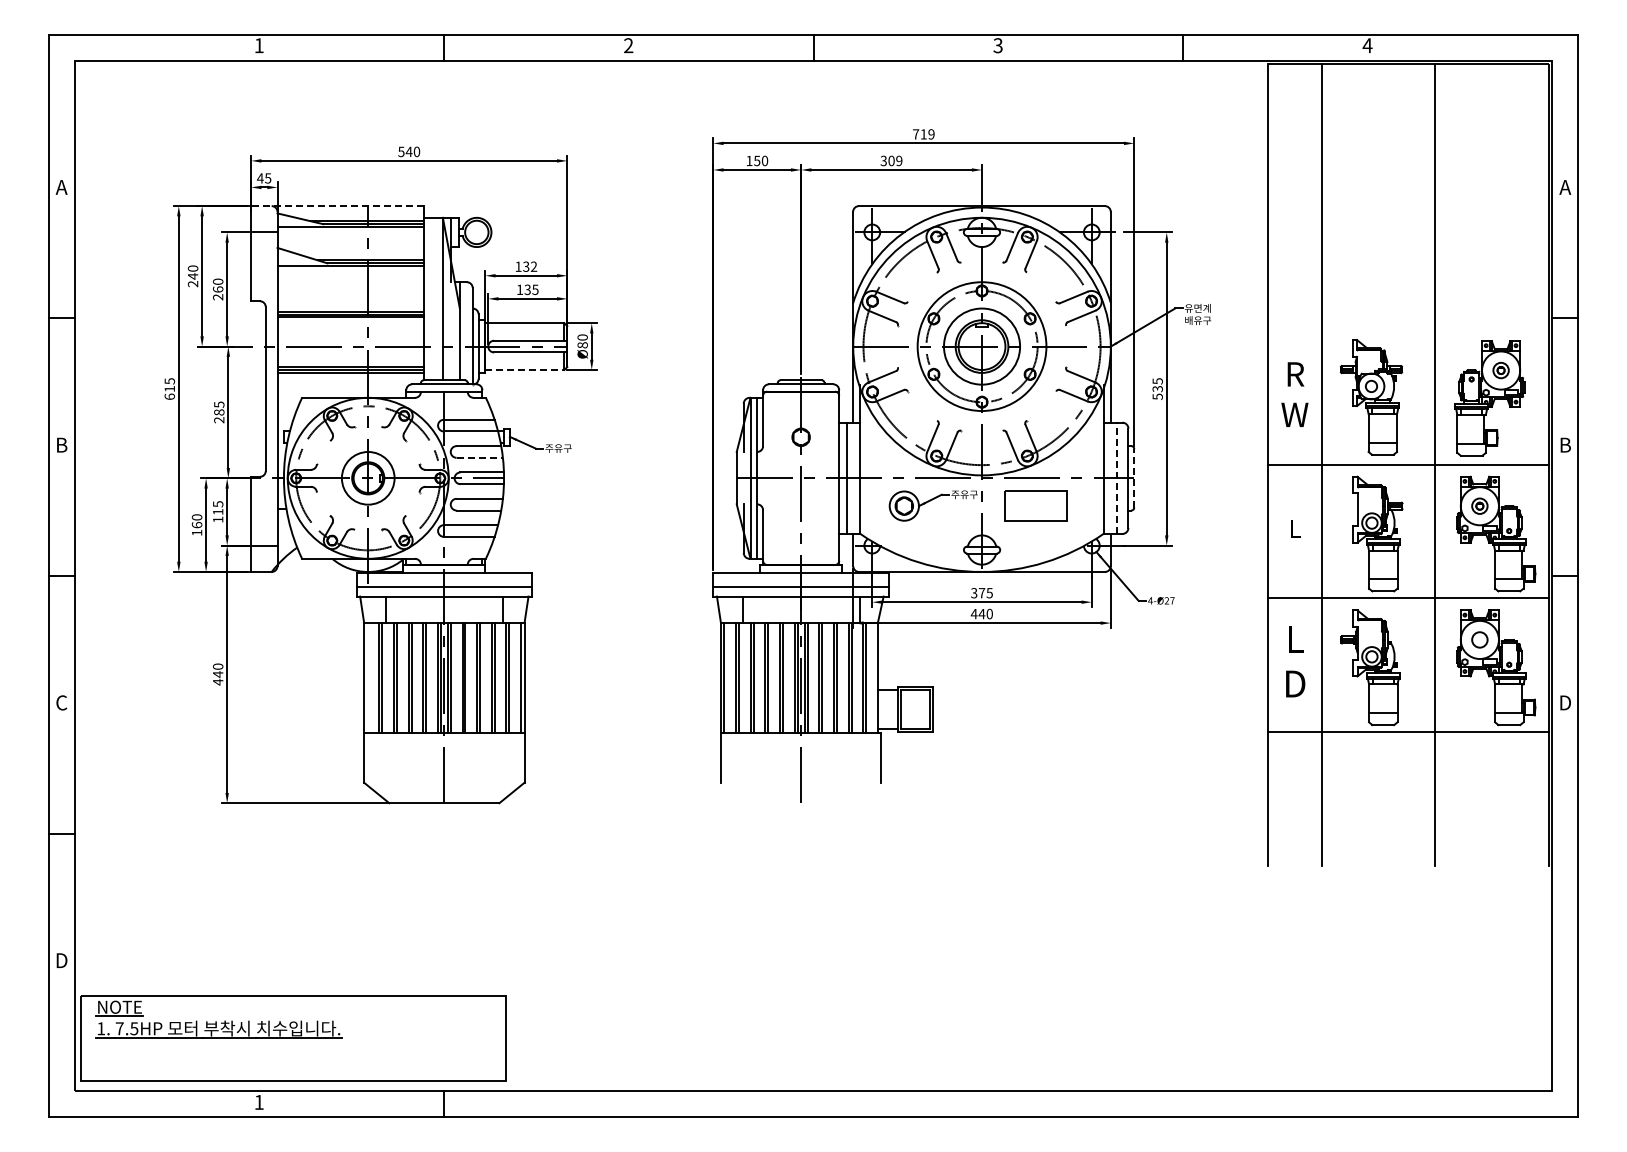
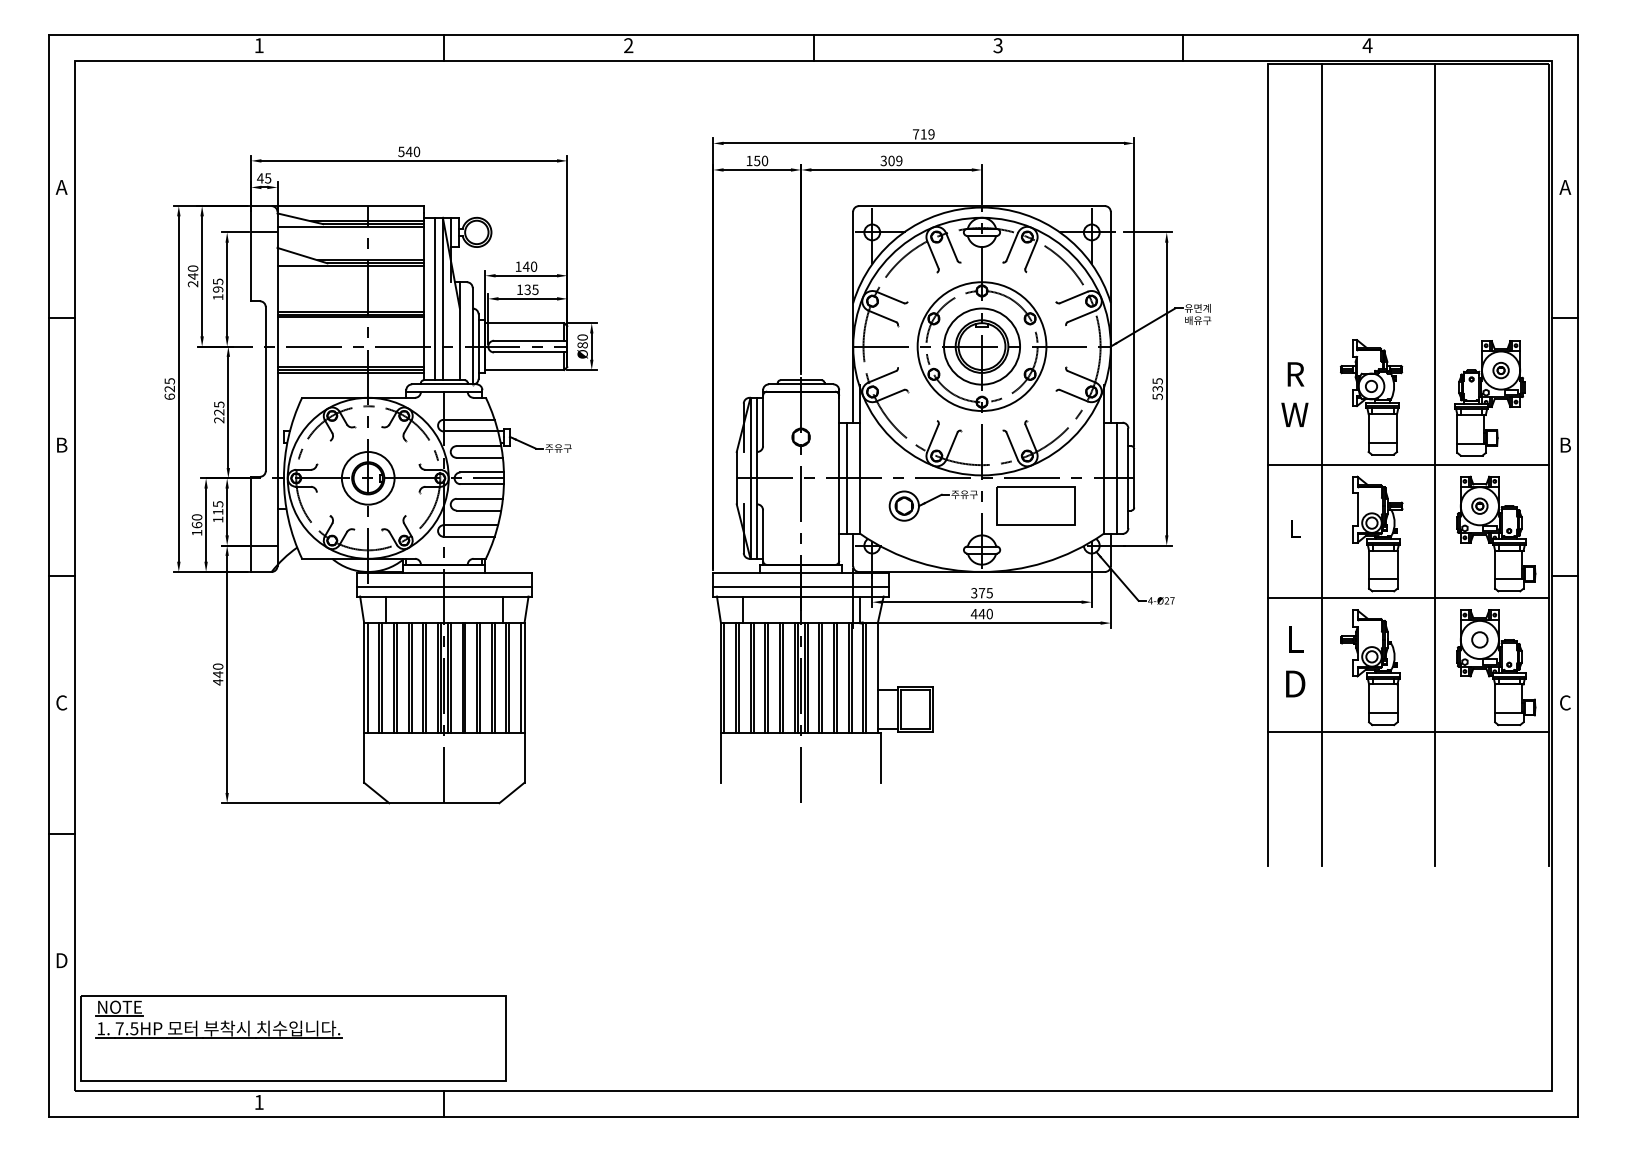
line at (337, 206): dashed -> solid
text at (529, 266): 132 -> 140
text at (217, 289): 260 -> 195
line at (435, 298): none -> present
line at (524, 370): dashed -> solid
text at (169, 388): 615 -> 625
text at (219, 412): 285 -> 225
line at (480, 457): dashed -> solid
line at (1134, 477): dashed -> solid
line at (1116, 478): dashed -> solid
part at (1035, 505) size: 64x32 px -> 80x40 px
line at (367, 677): none -> present
text at (1565, 702): D -> C
